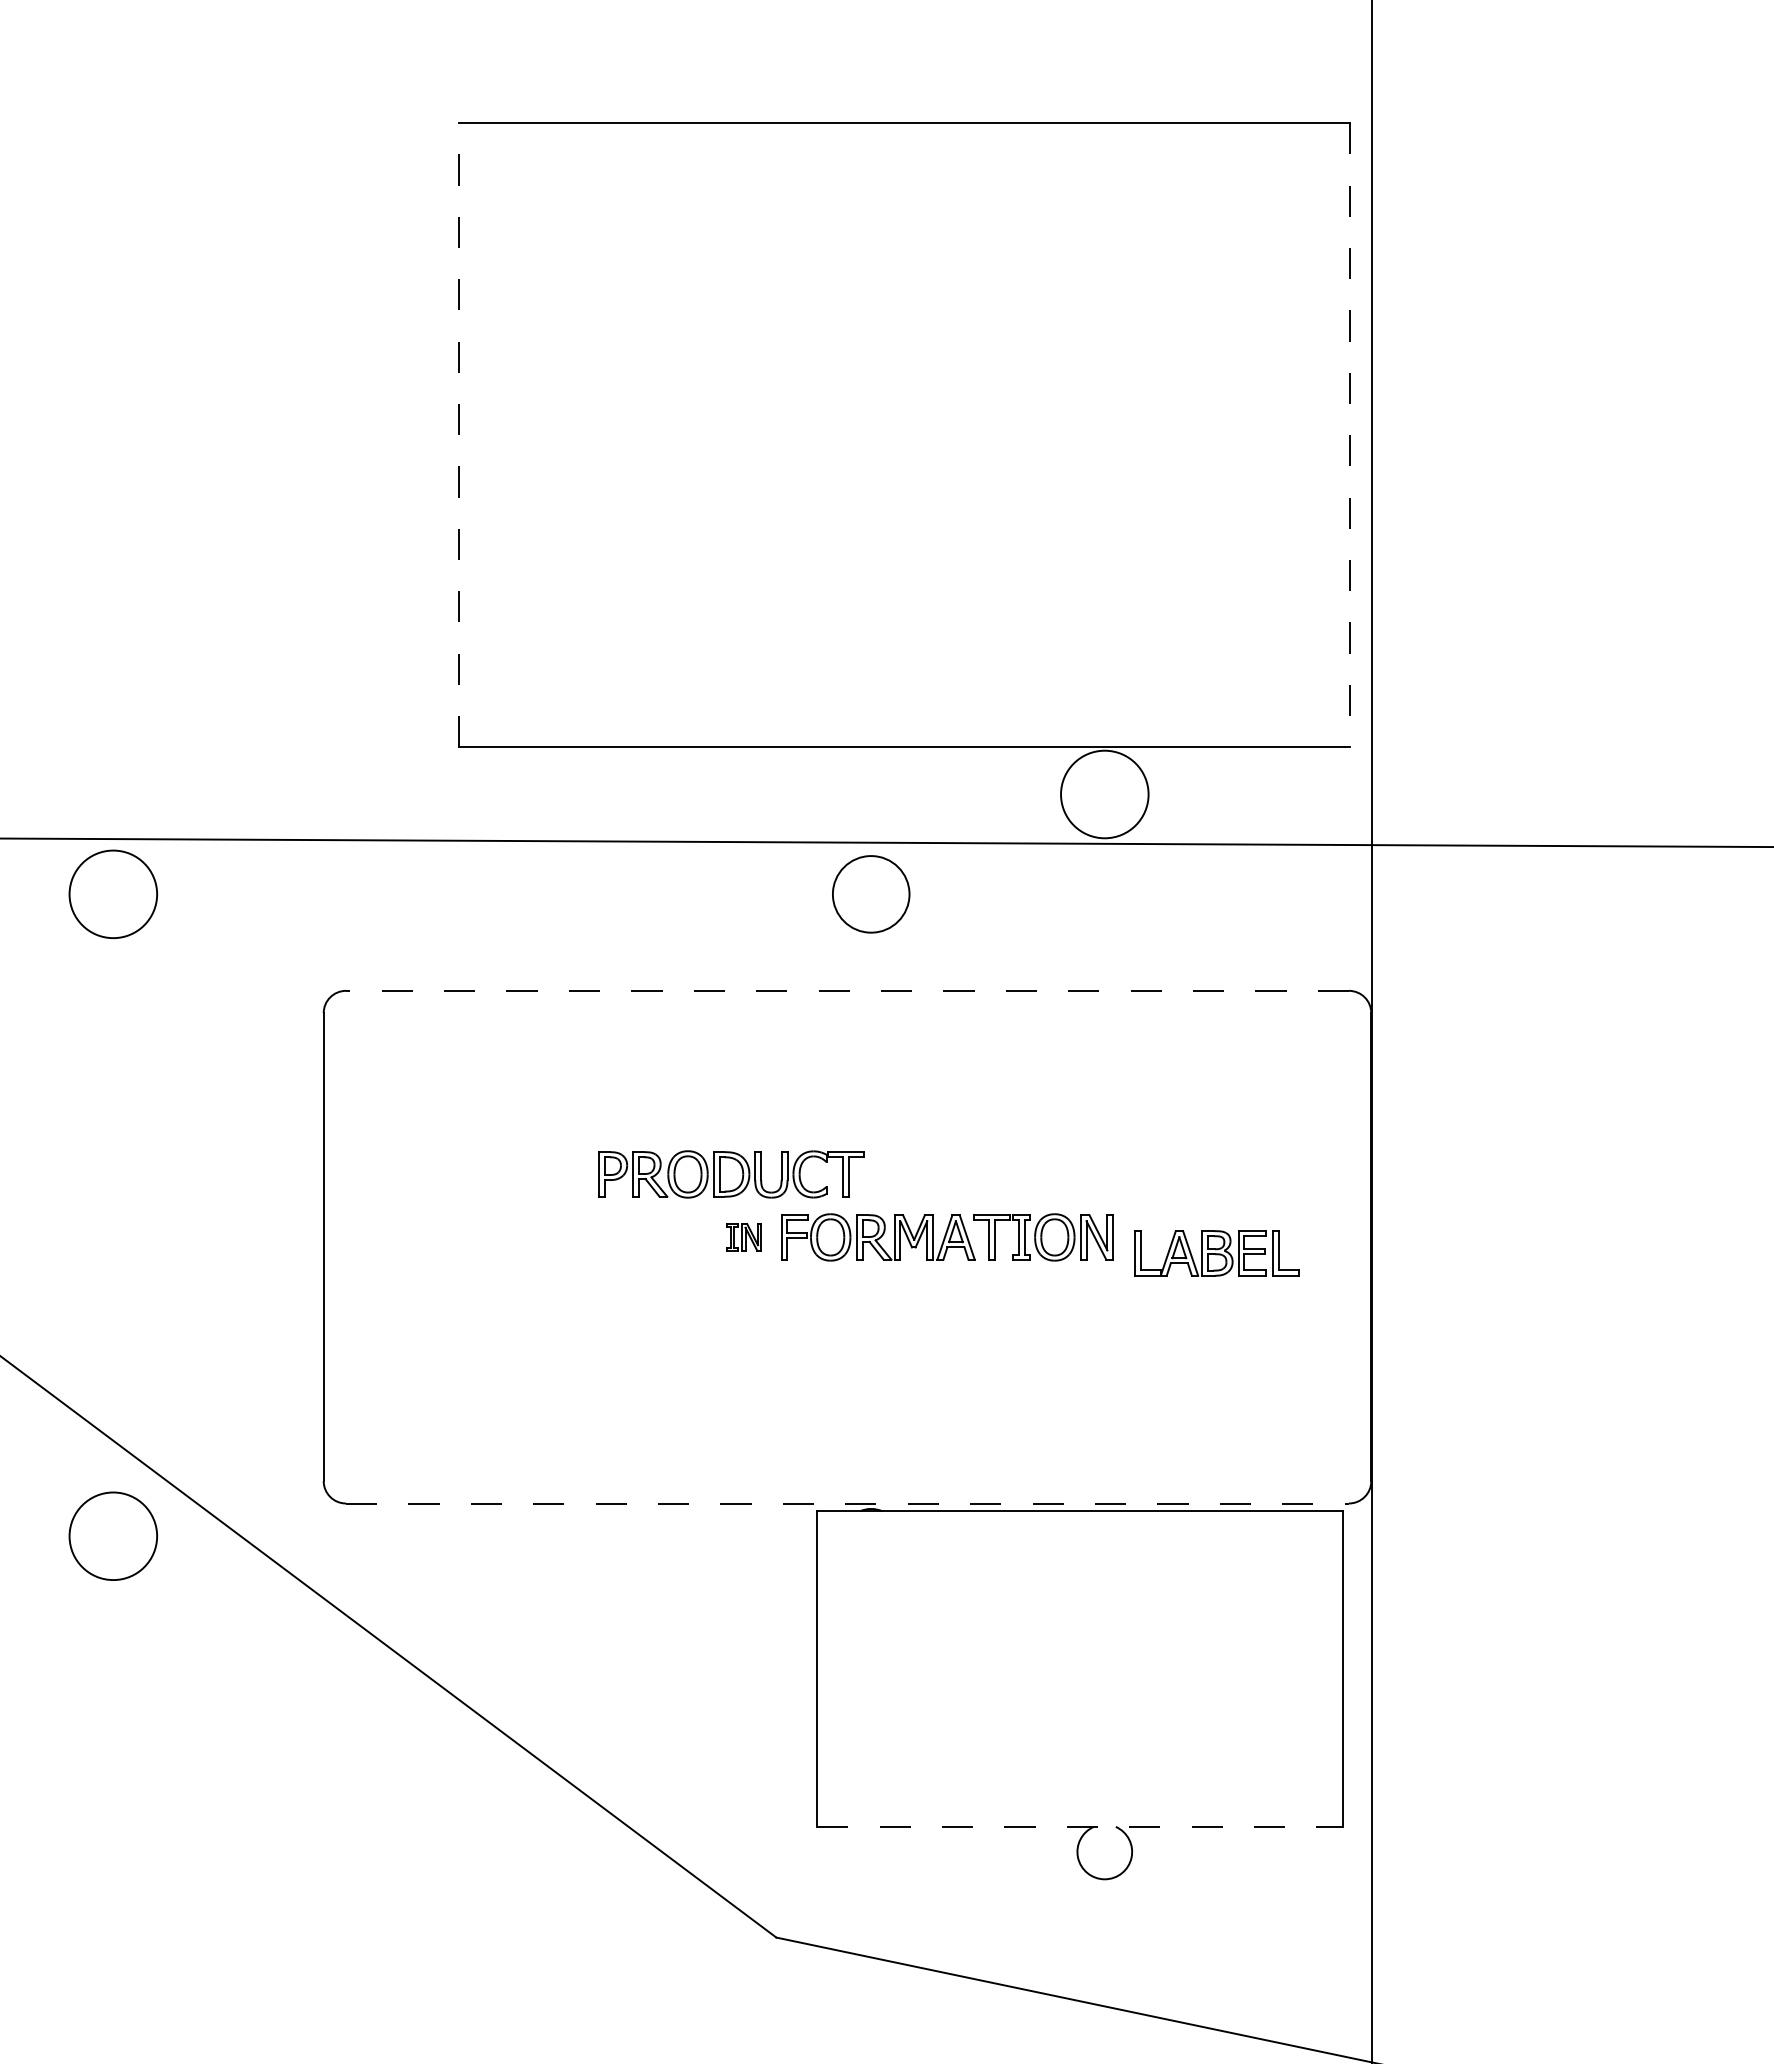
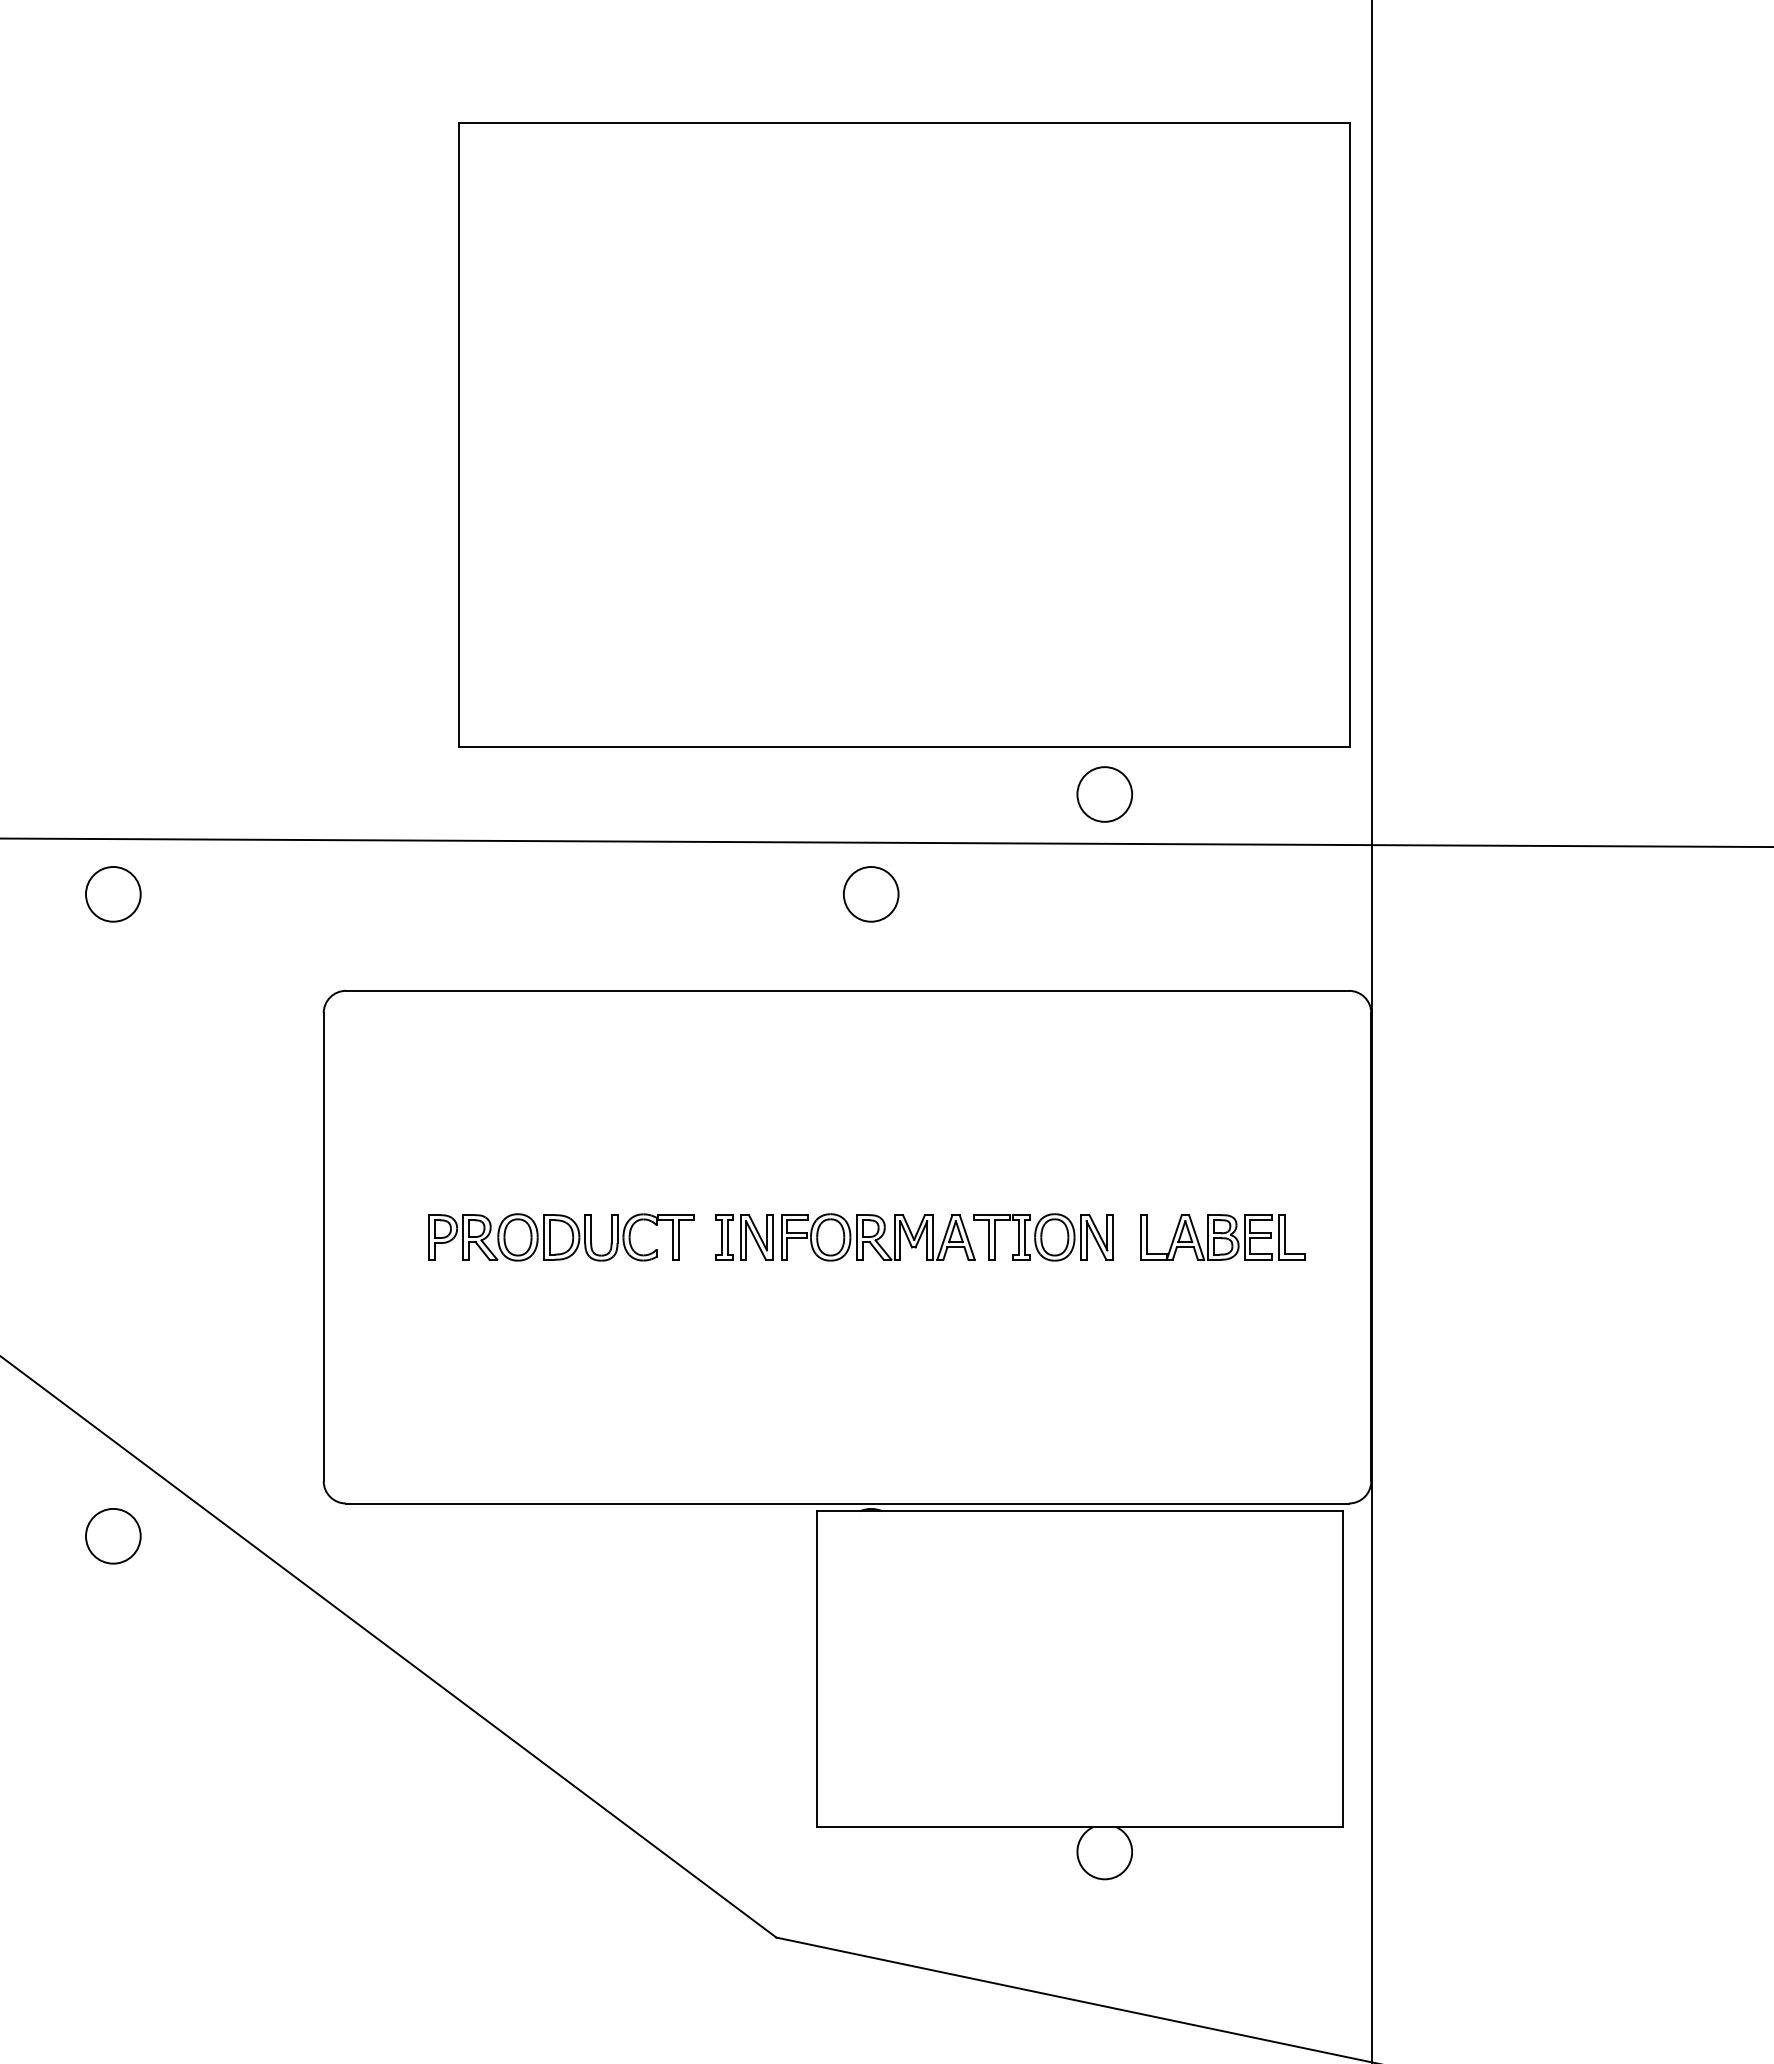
line at (458, 434): dashed -> solid
line at (1350, 435): dashed -> solid
circle at (1104, 794) diameter: 88 px -> 55 px
circle at (113, 894) diameter: 88 px -> 55 px
circle at (870, 894) diameter: 77 px -> 55 px
line at (847, 990): dashed -> solid
part at (731, 1174) position: (731, 1174) -> (561, 1237)
part at (743, 1237) size: 36x29 px -> 59x47 px
part at (1216, 1253) position: (1216, 1253) -> (1222, 1237)
line at (847, 1503): dashed -> solid
circle at (113, 1536) diameter: 88 px -> 55 px
line at (1080, 1826): dashed -> solid
